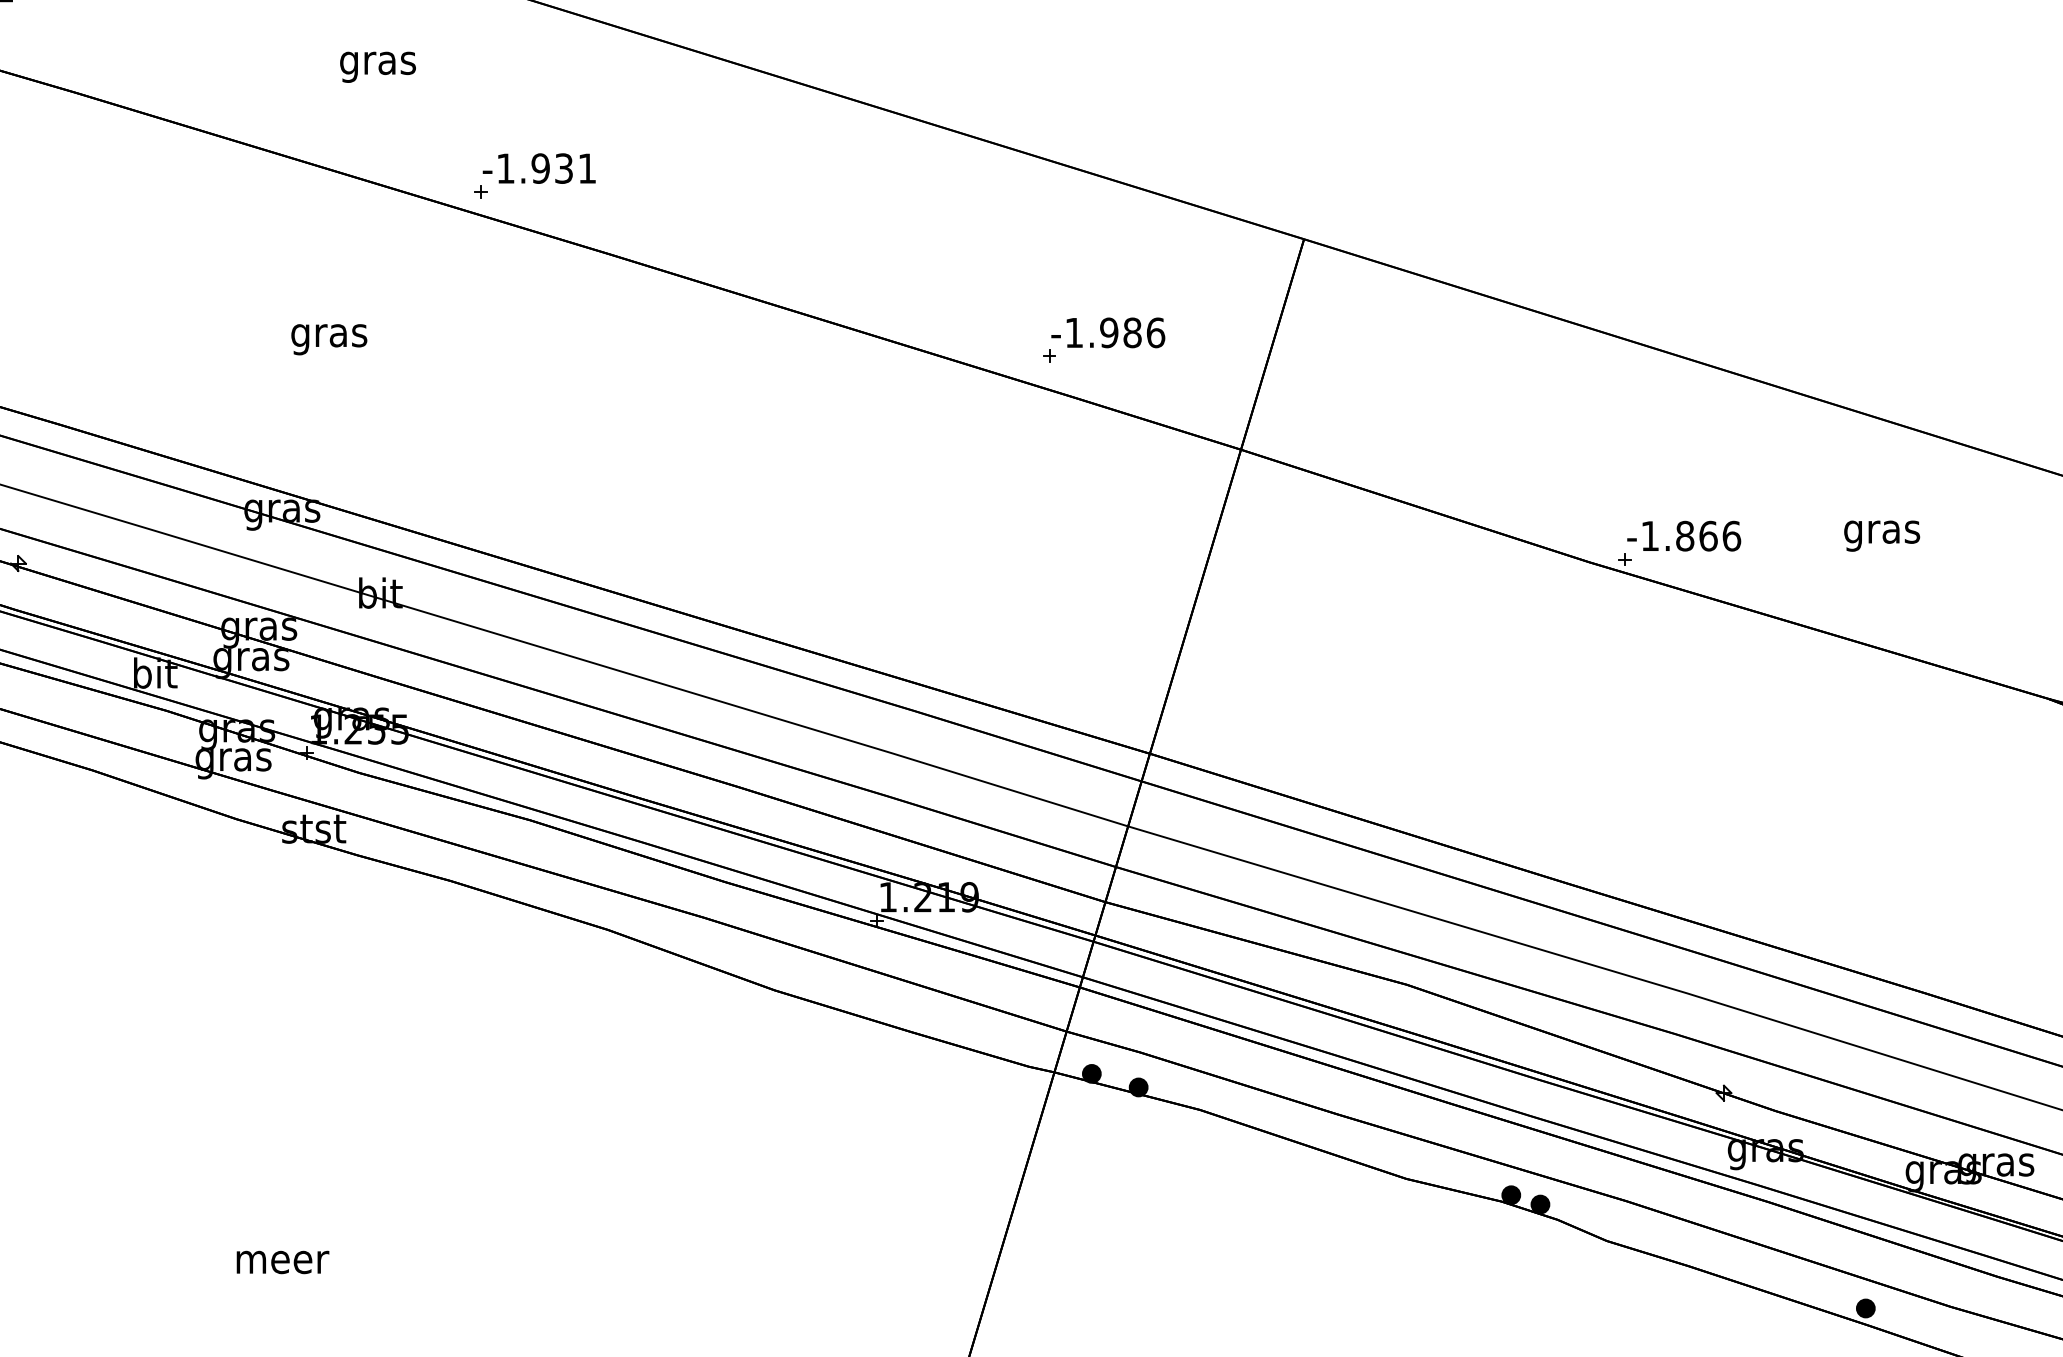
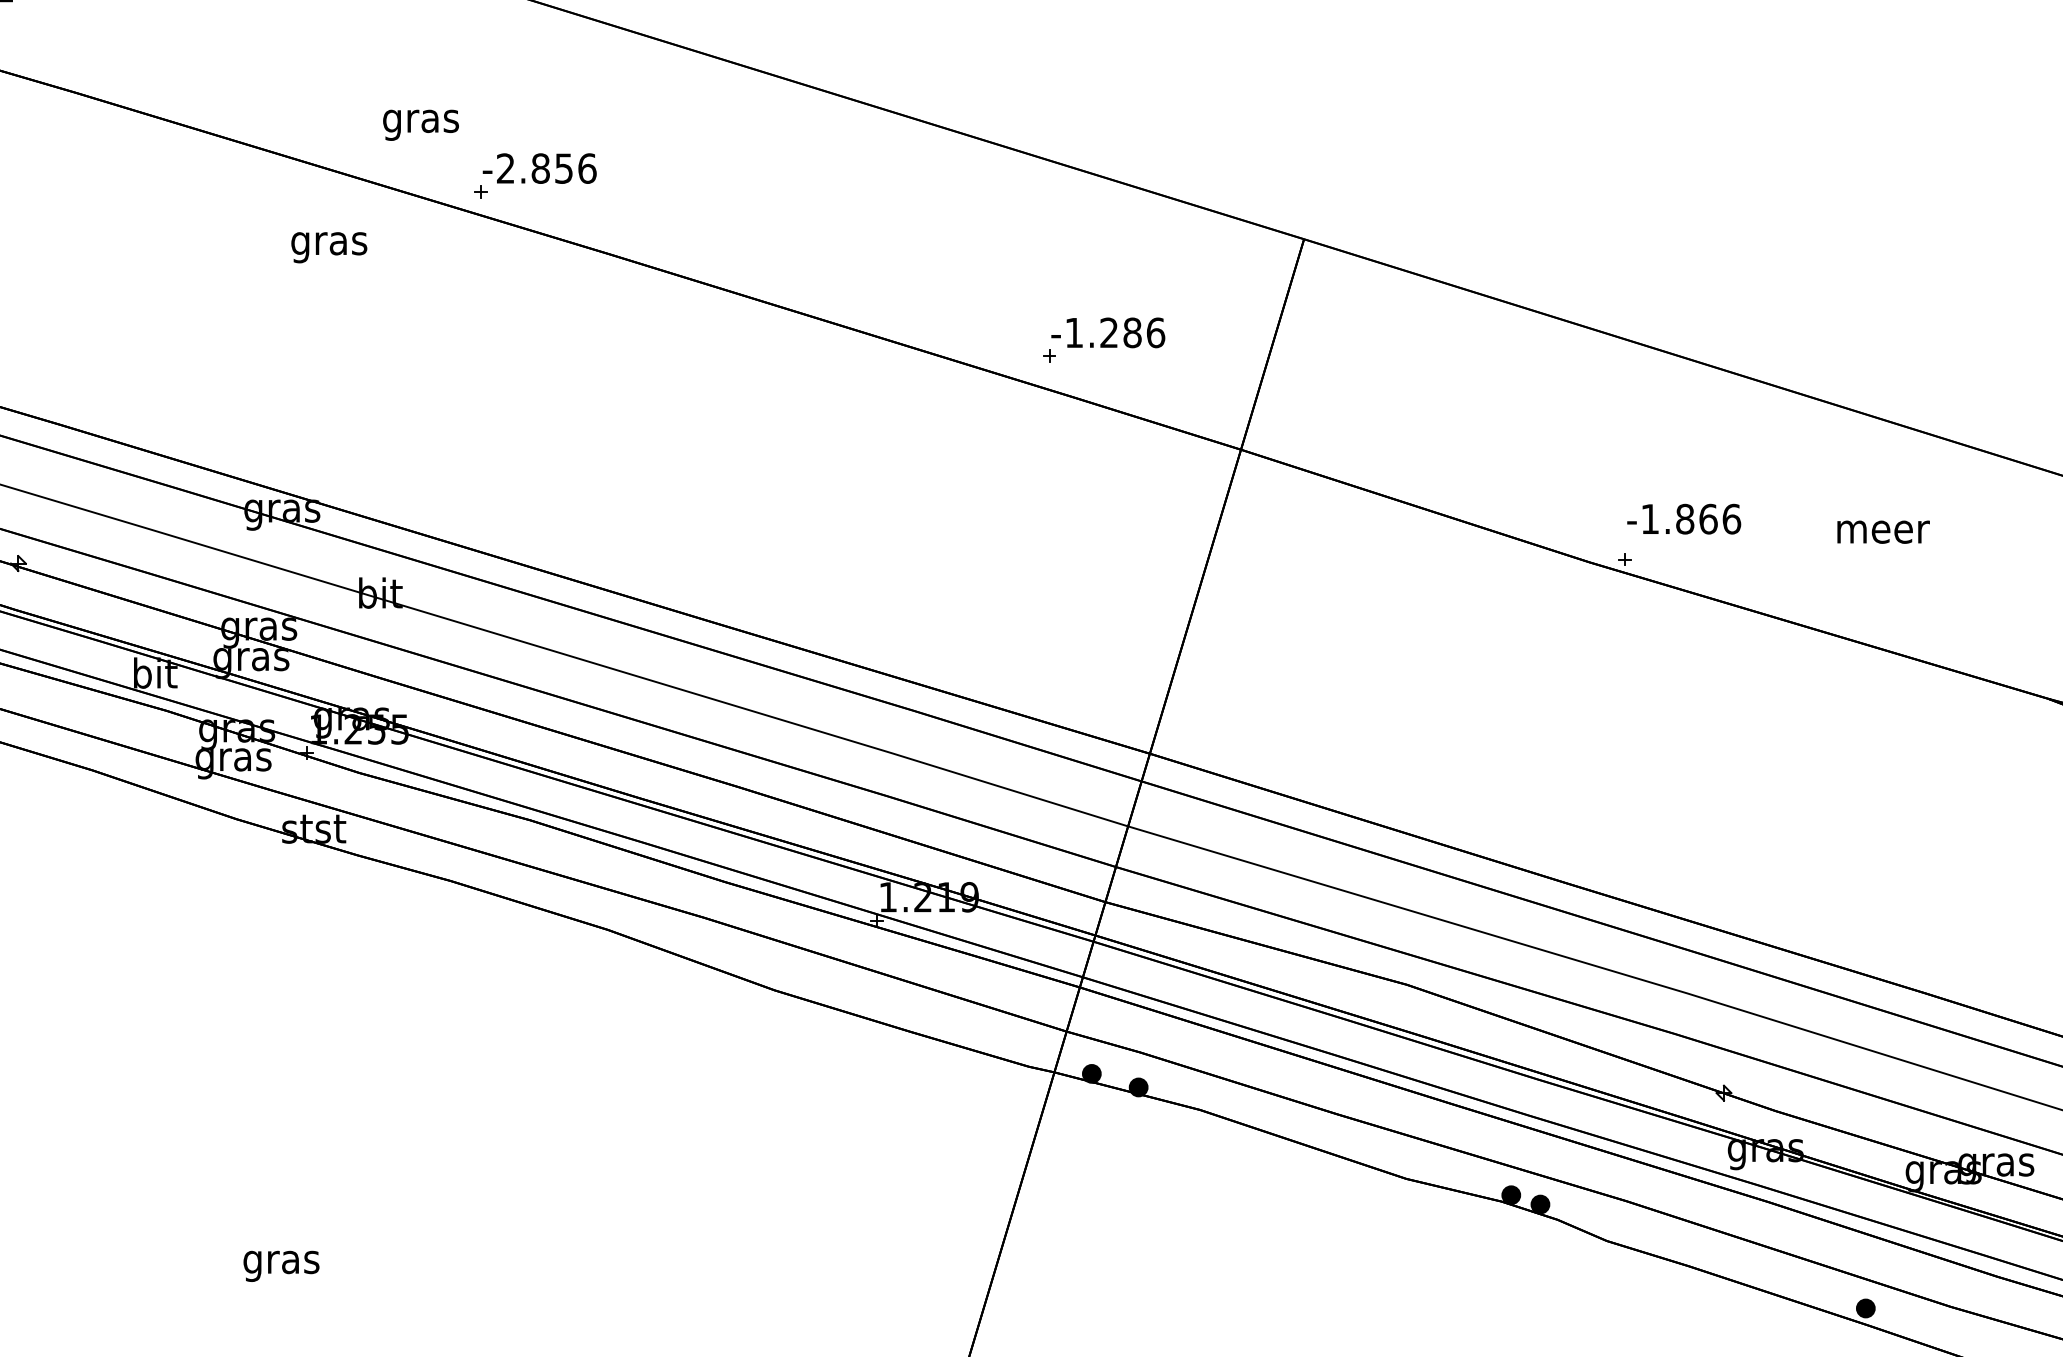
text at (377, 66) position: (377, 66) -> (420, 124)
text at (546, 168): -1.931 -> -2.856
text at (1109, 332): -1.986 -> -1.286
text at (329, 339) position: (329, 339) -> (329, 247)
text at (1684, 535) position: (1684, 535) -> (1684, 518)
text at (1883, 535): gras -> meer
text at (282, 1265): meer -> gras
